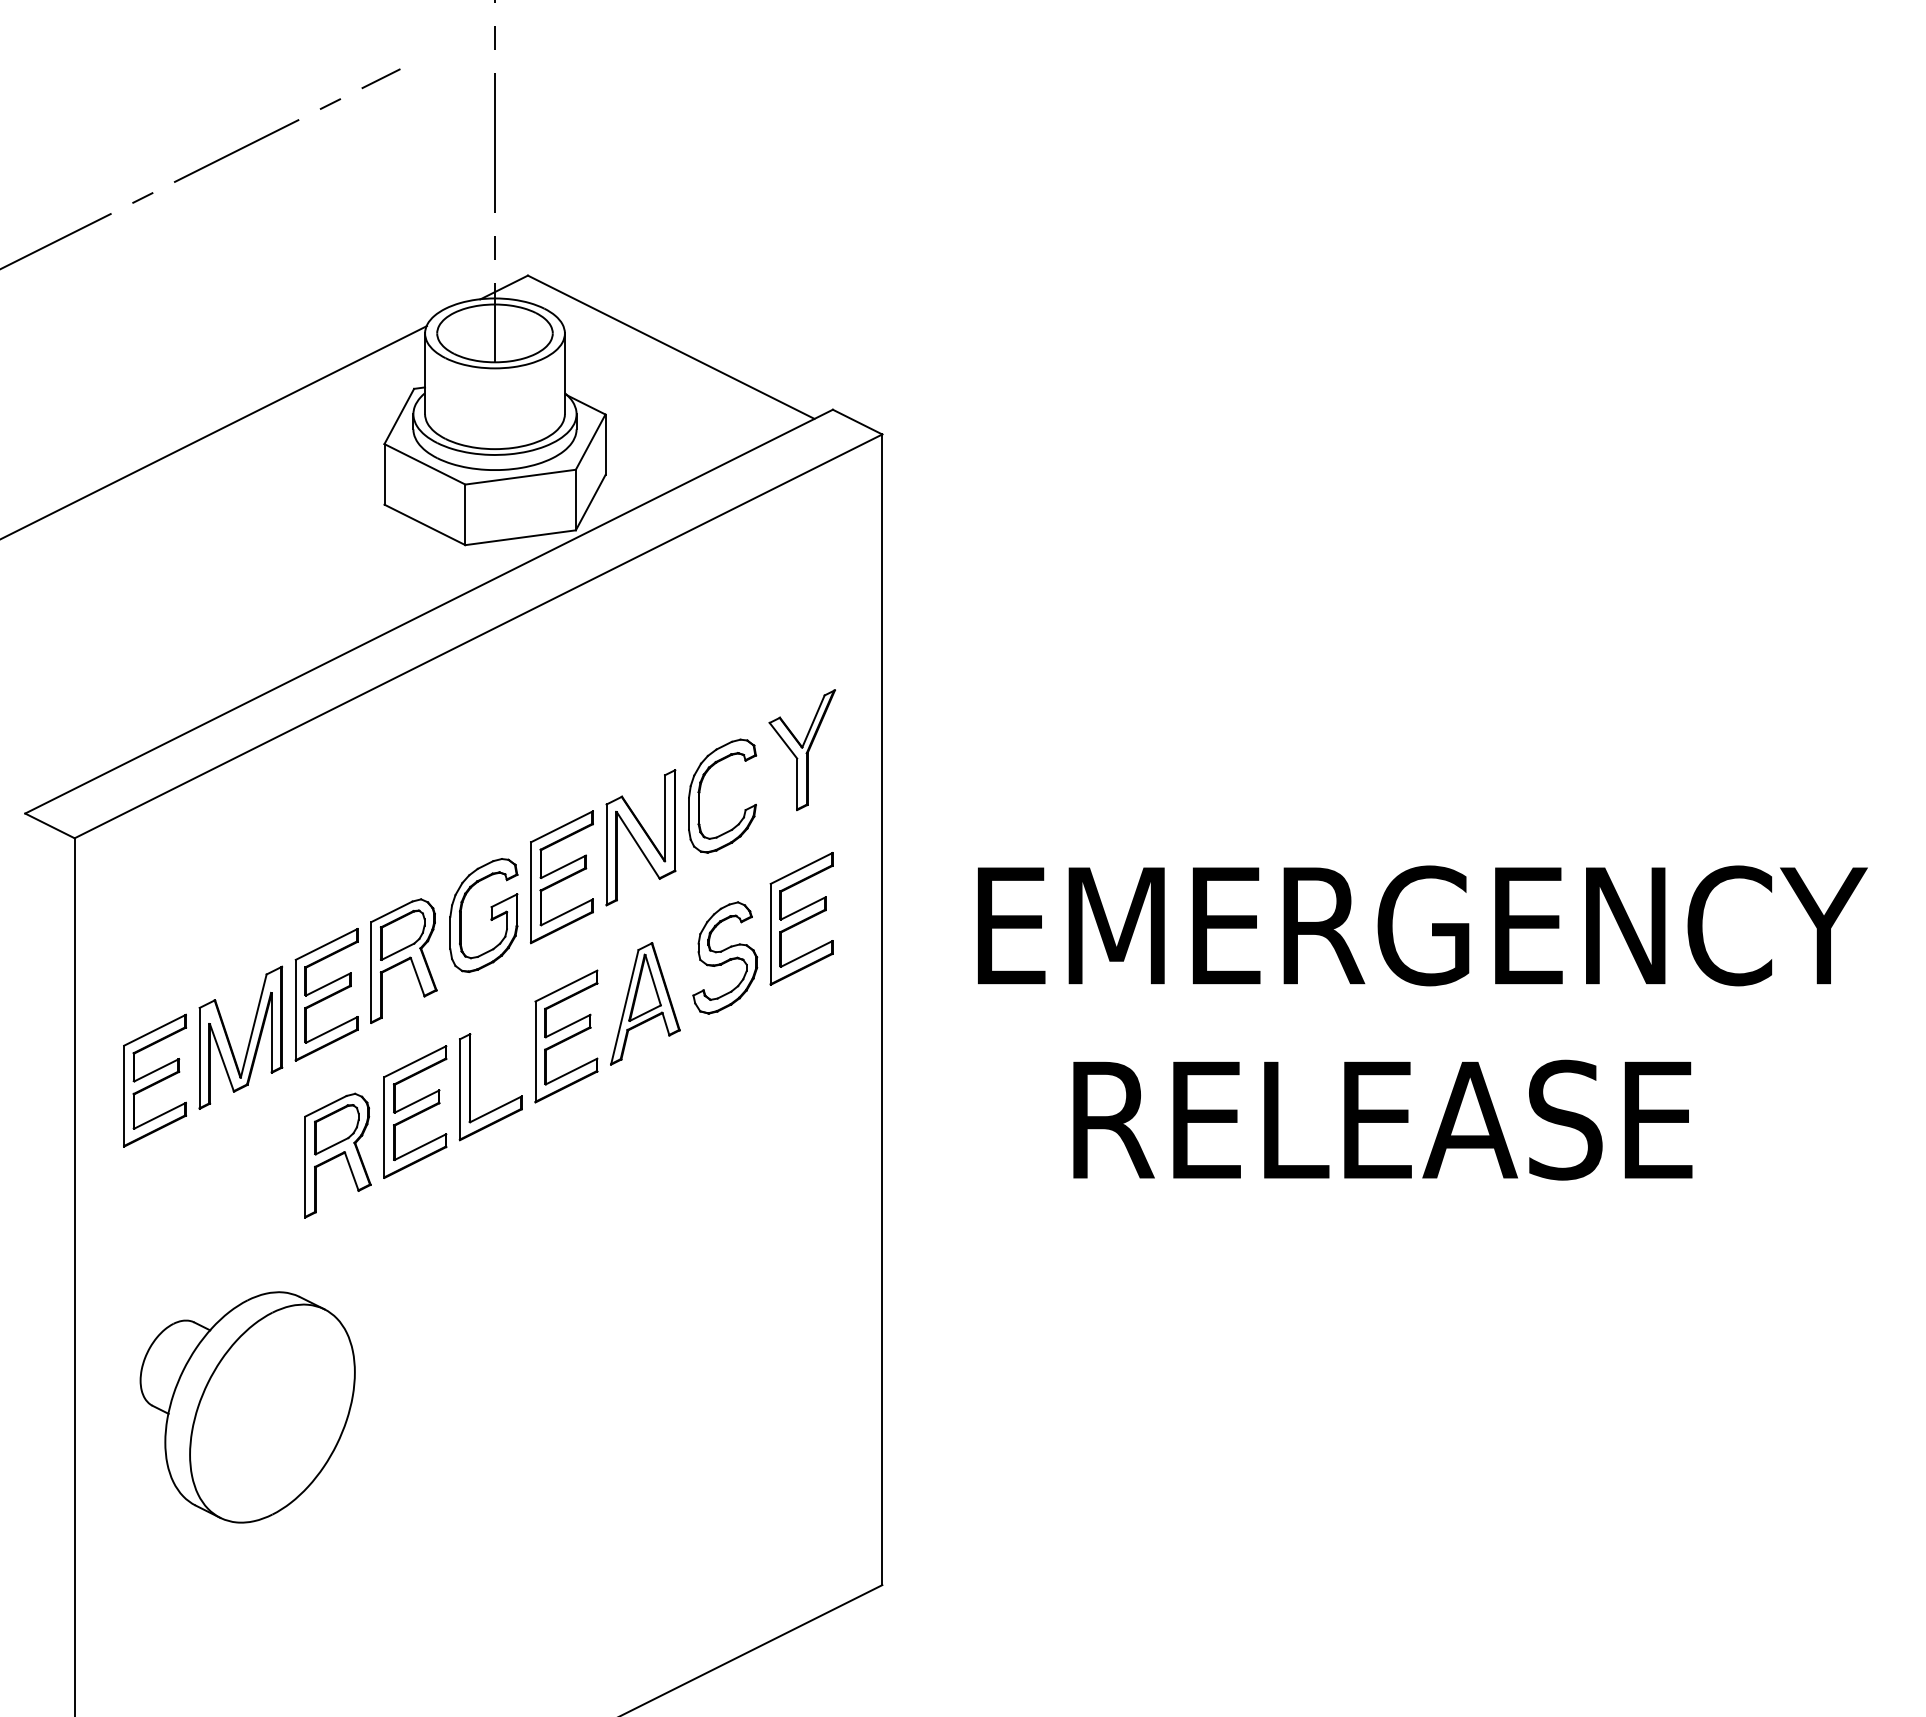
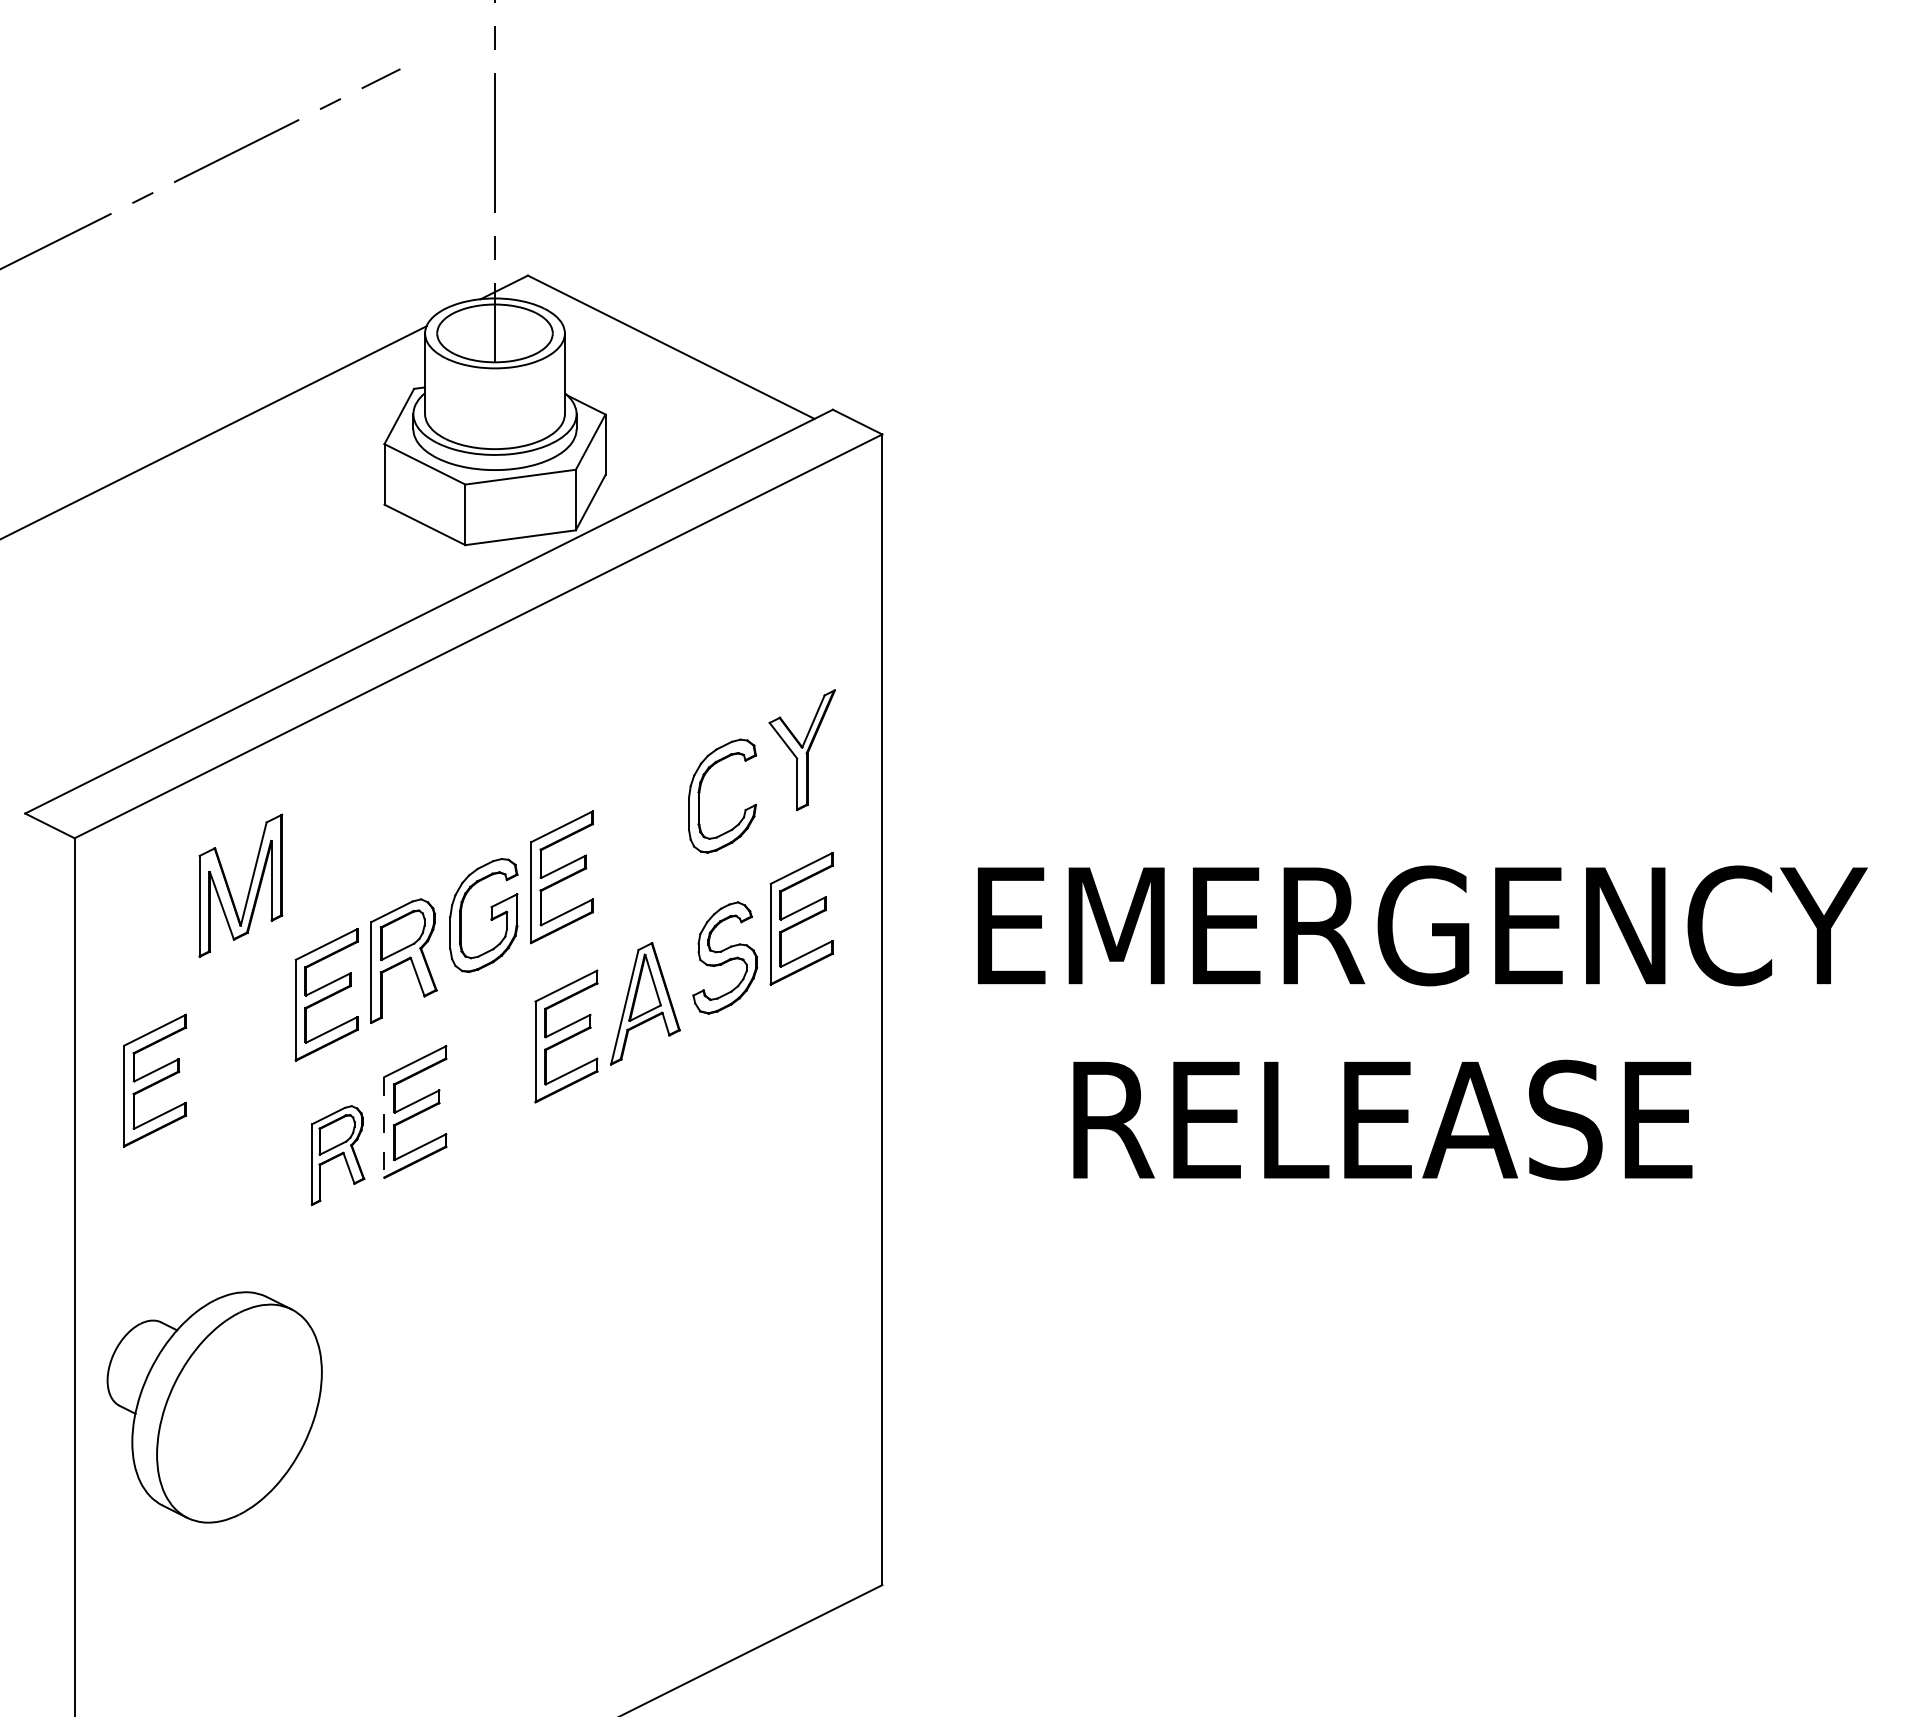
part at (640, 837): present -> none
part at (249, 1038) position: (249, 1038) -> (249, 886)
part at (470, 1087): present -> none
line at (384, 1128): solid -> dashed
part at (337, 1155) size: 68x127 px -> 56x102 px
part at (247, 1407) position: (247, 1407) -> (214, 1407)
